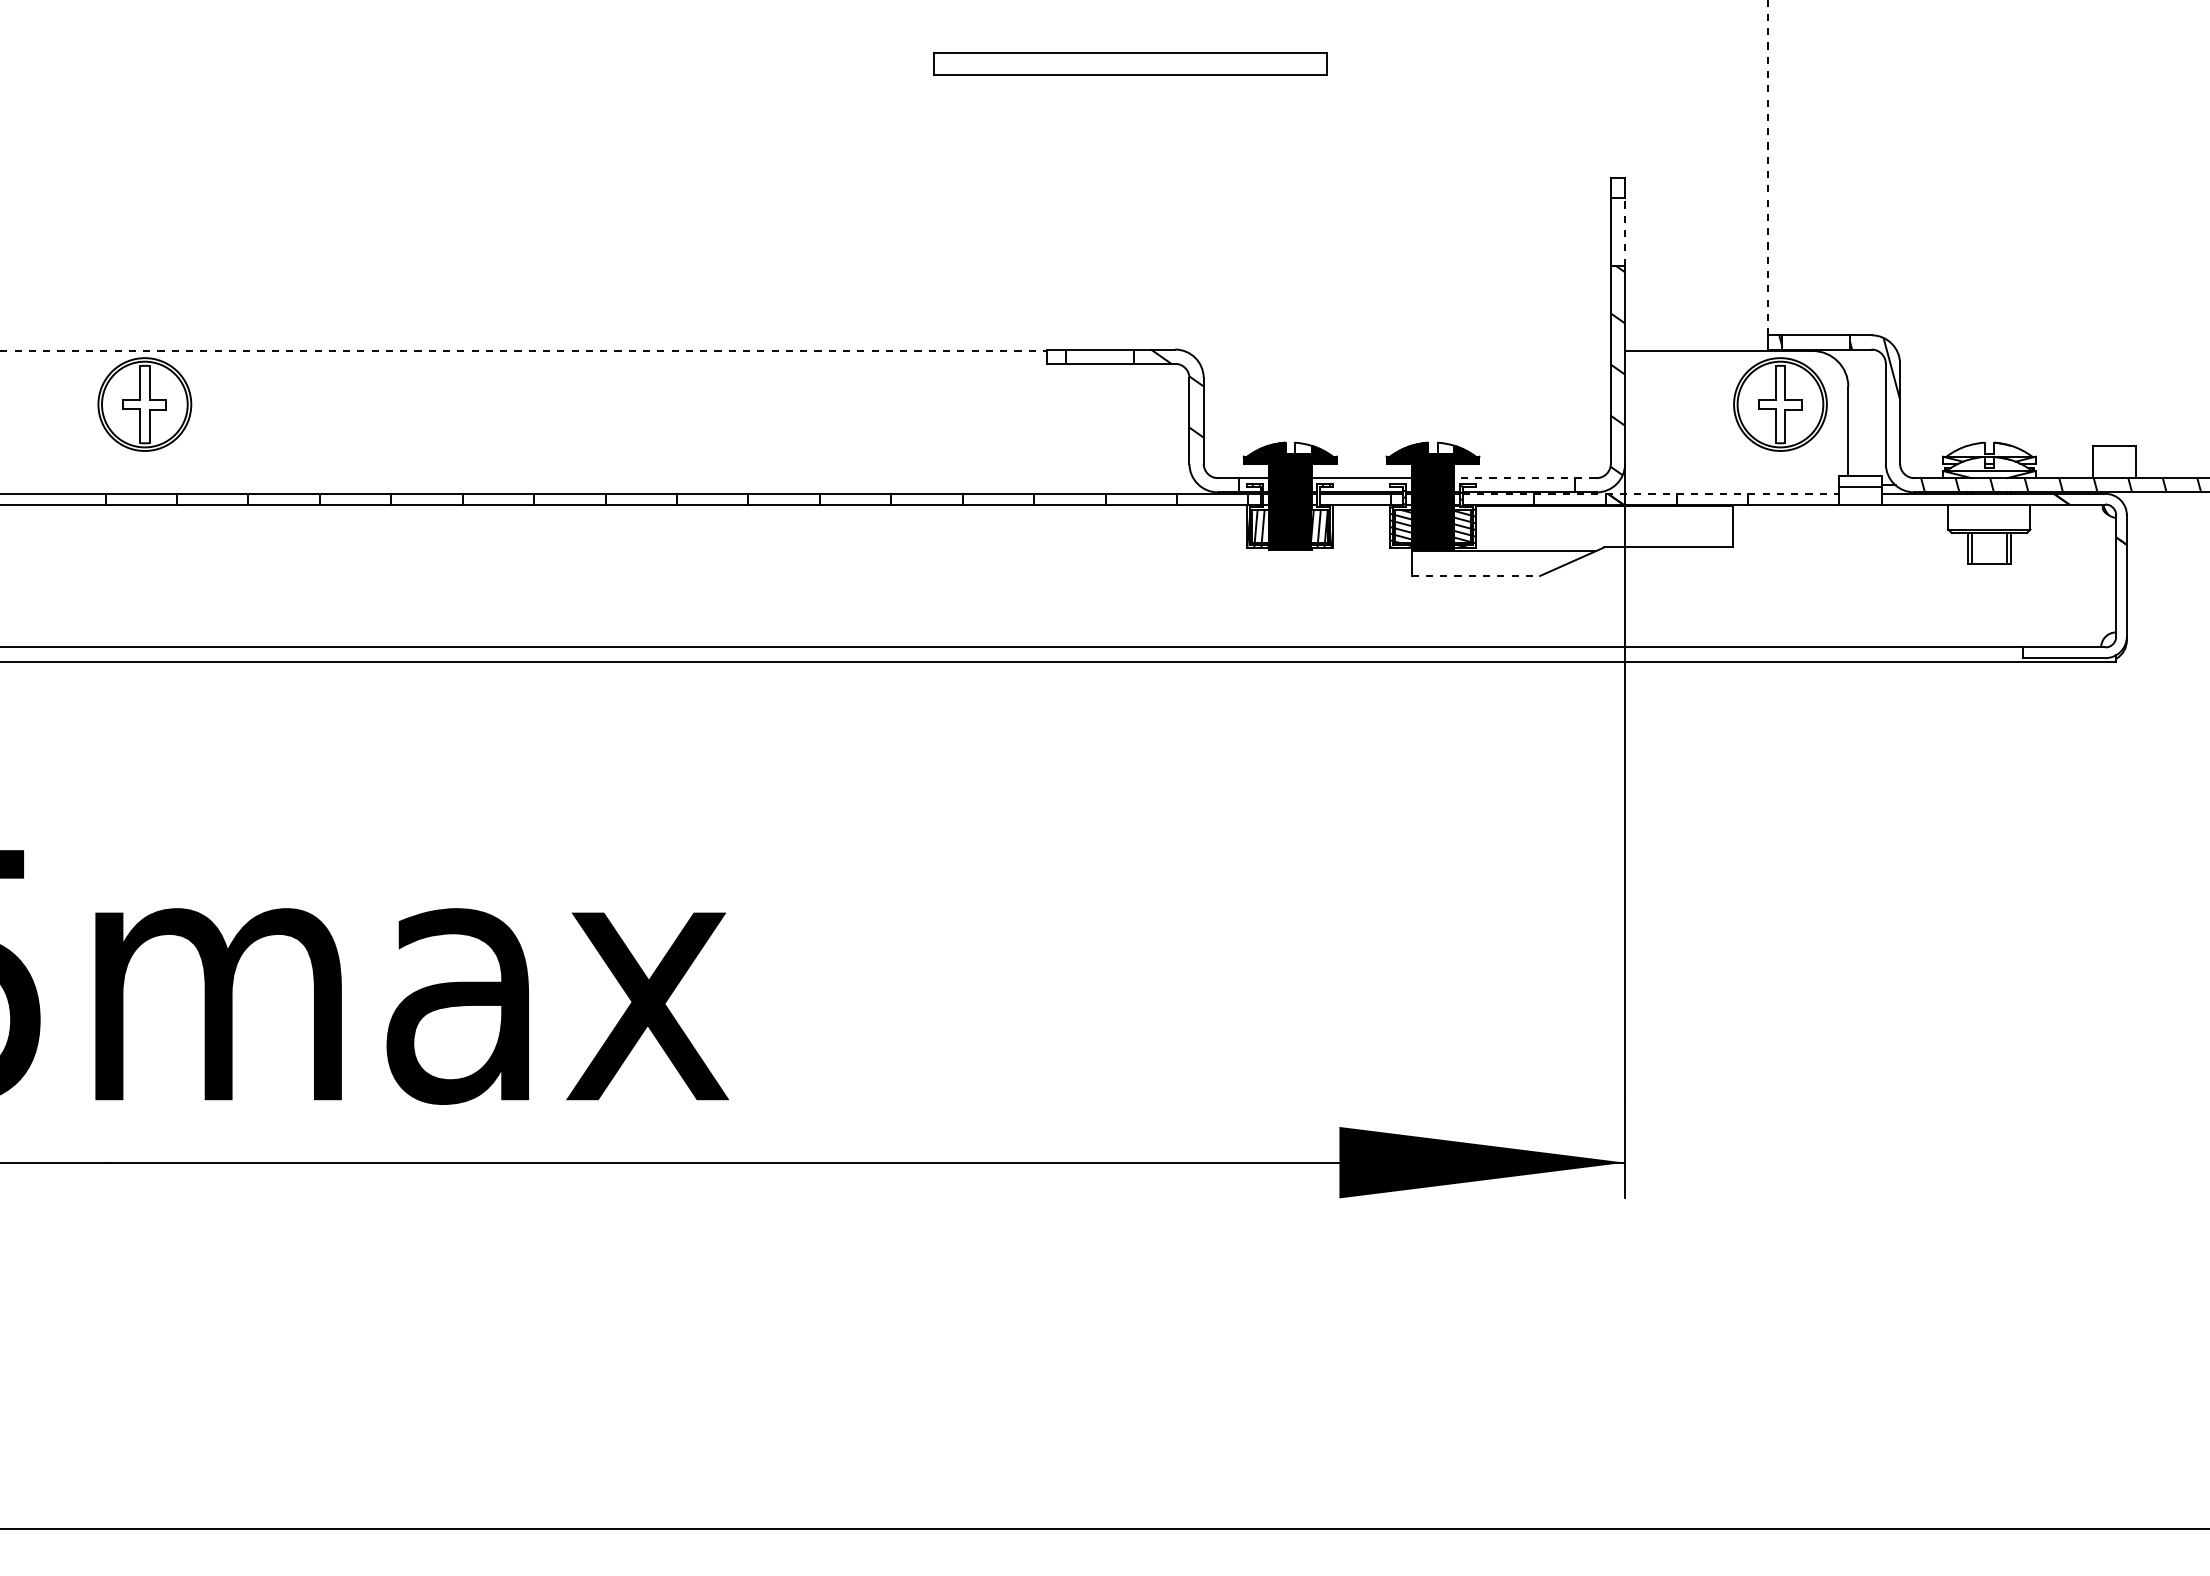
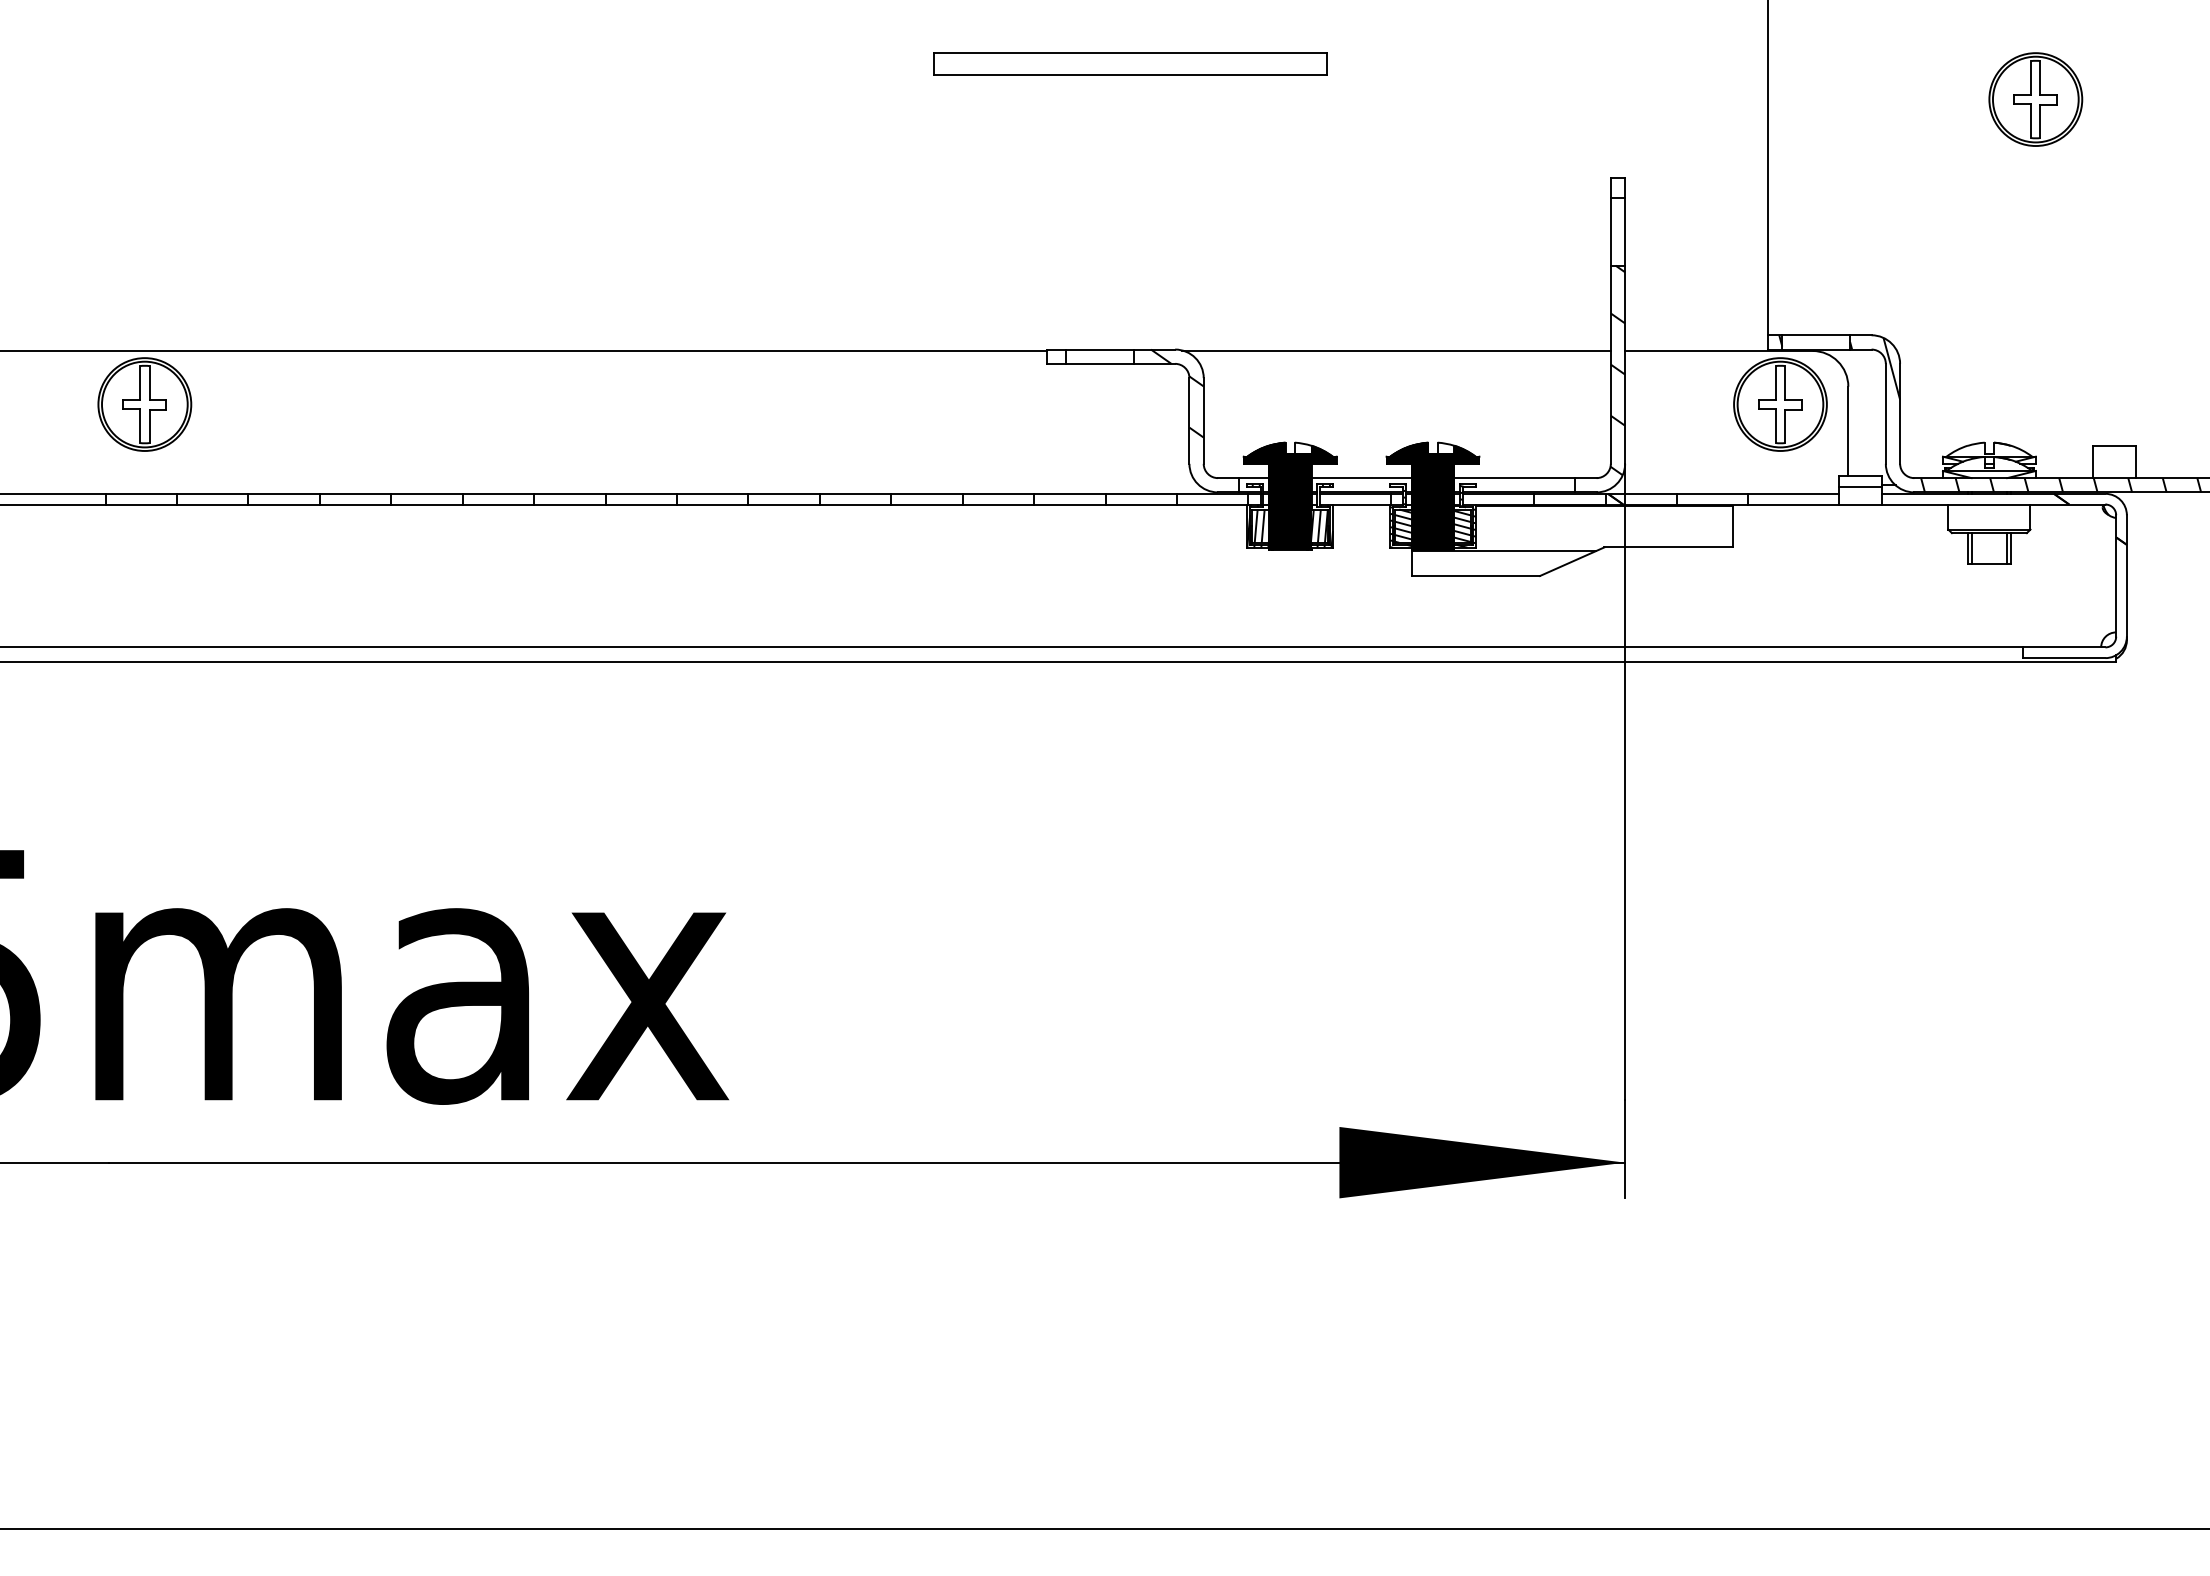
part at (2035, 99): none -> present
line at (1767, 168): dashed -> solid
line at (1625, 231): dashed -> solid
line at (523, 351): dashed -> solid
line at (1396, 351): none -> present
line at (1525, 478): dashed -> solid
line at (1651, 493): dashed -> solid
line at (1476, 575): dashed -> solid
